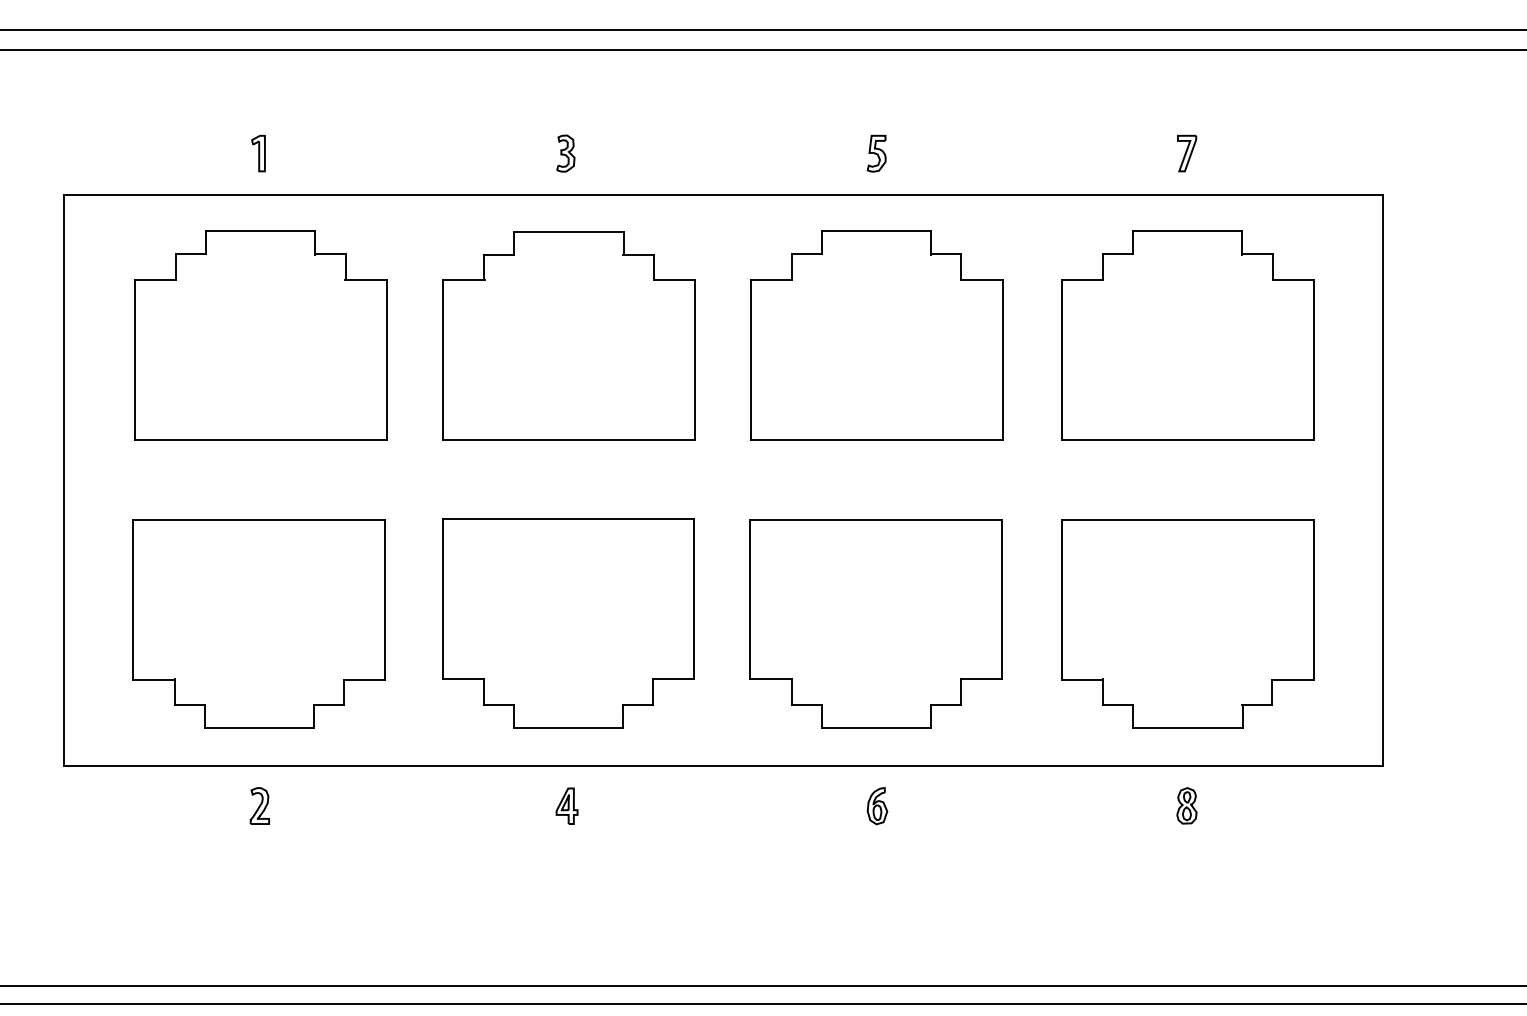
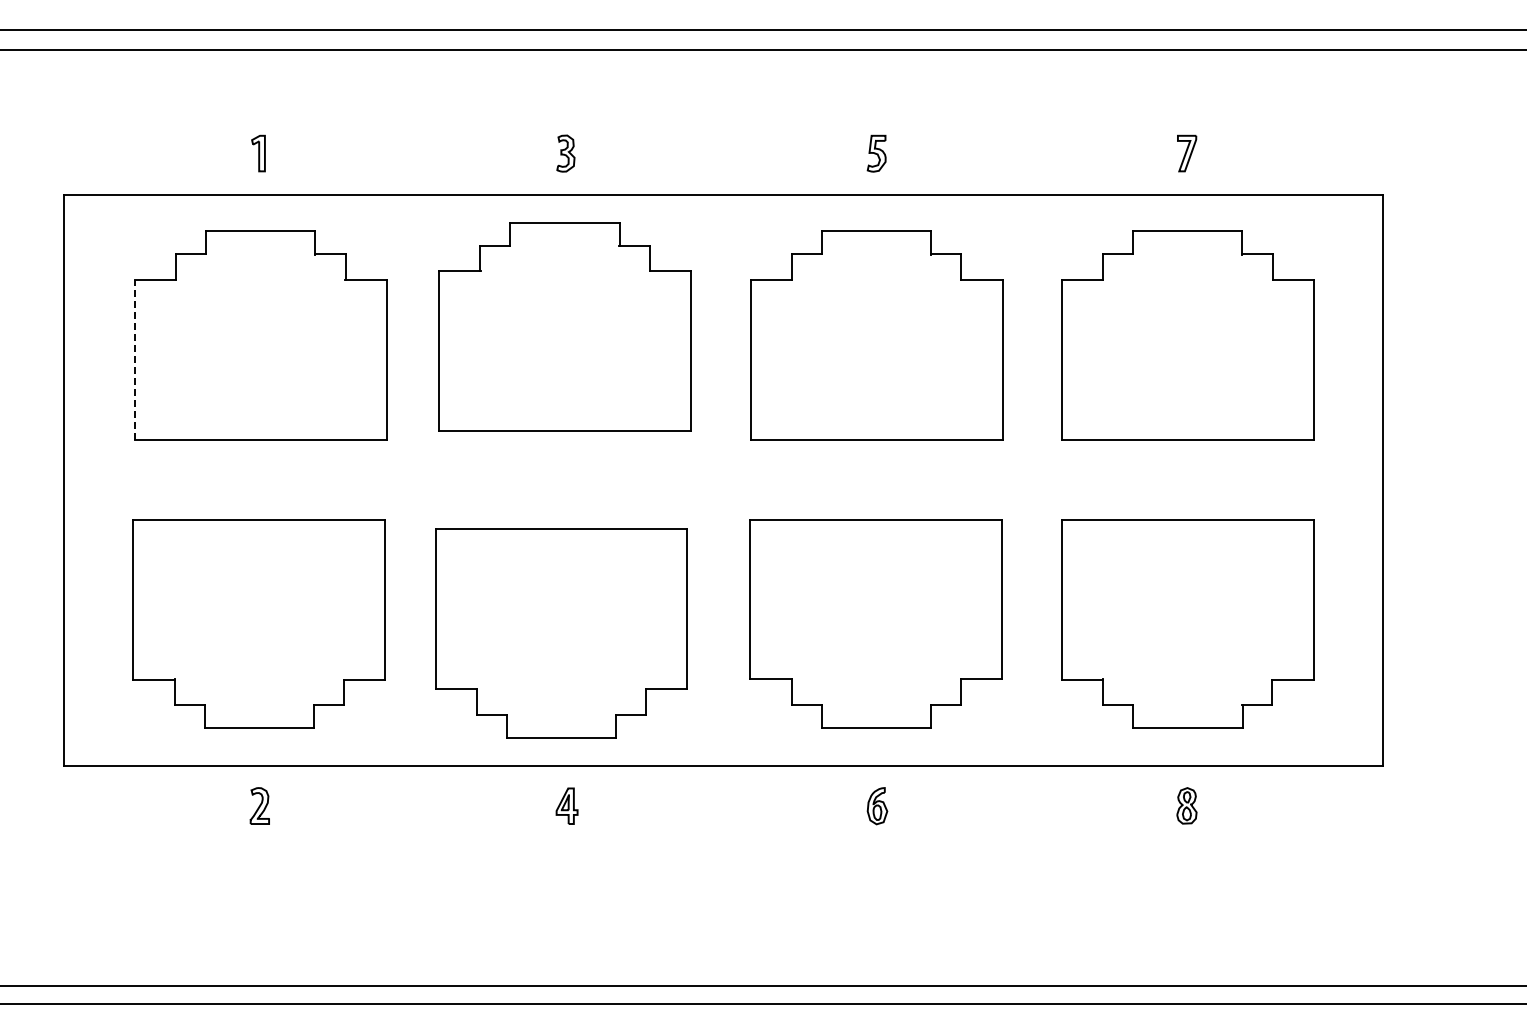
part at (568, 335) position: (568, 335) -> (564, 326)
line at (134, 359): solid -> dashed
part at (568, 623) position: (568, 623) -> (561, 633)
